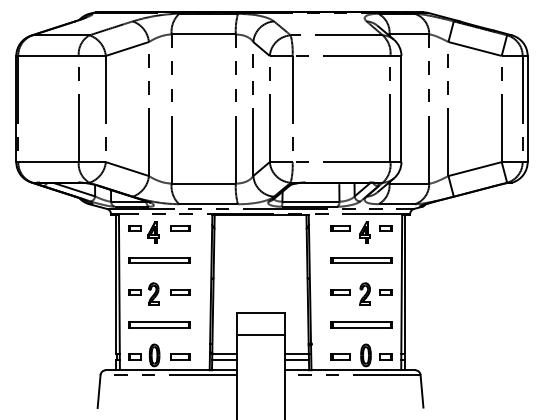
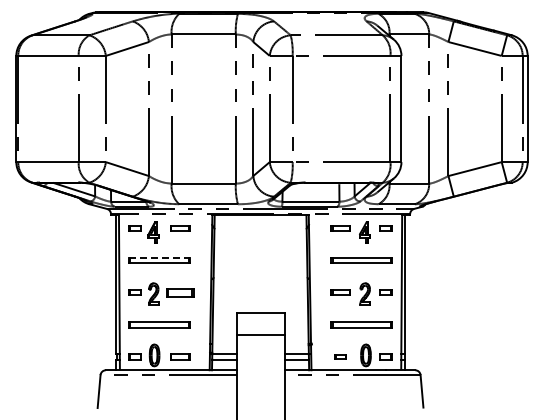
line at (159, 258): solid -> dashed
part at (180, 292) size: 21x7 px -> 29x10 px
part at (340, 356) size: 21x8 px -> 13x6 px
